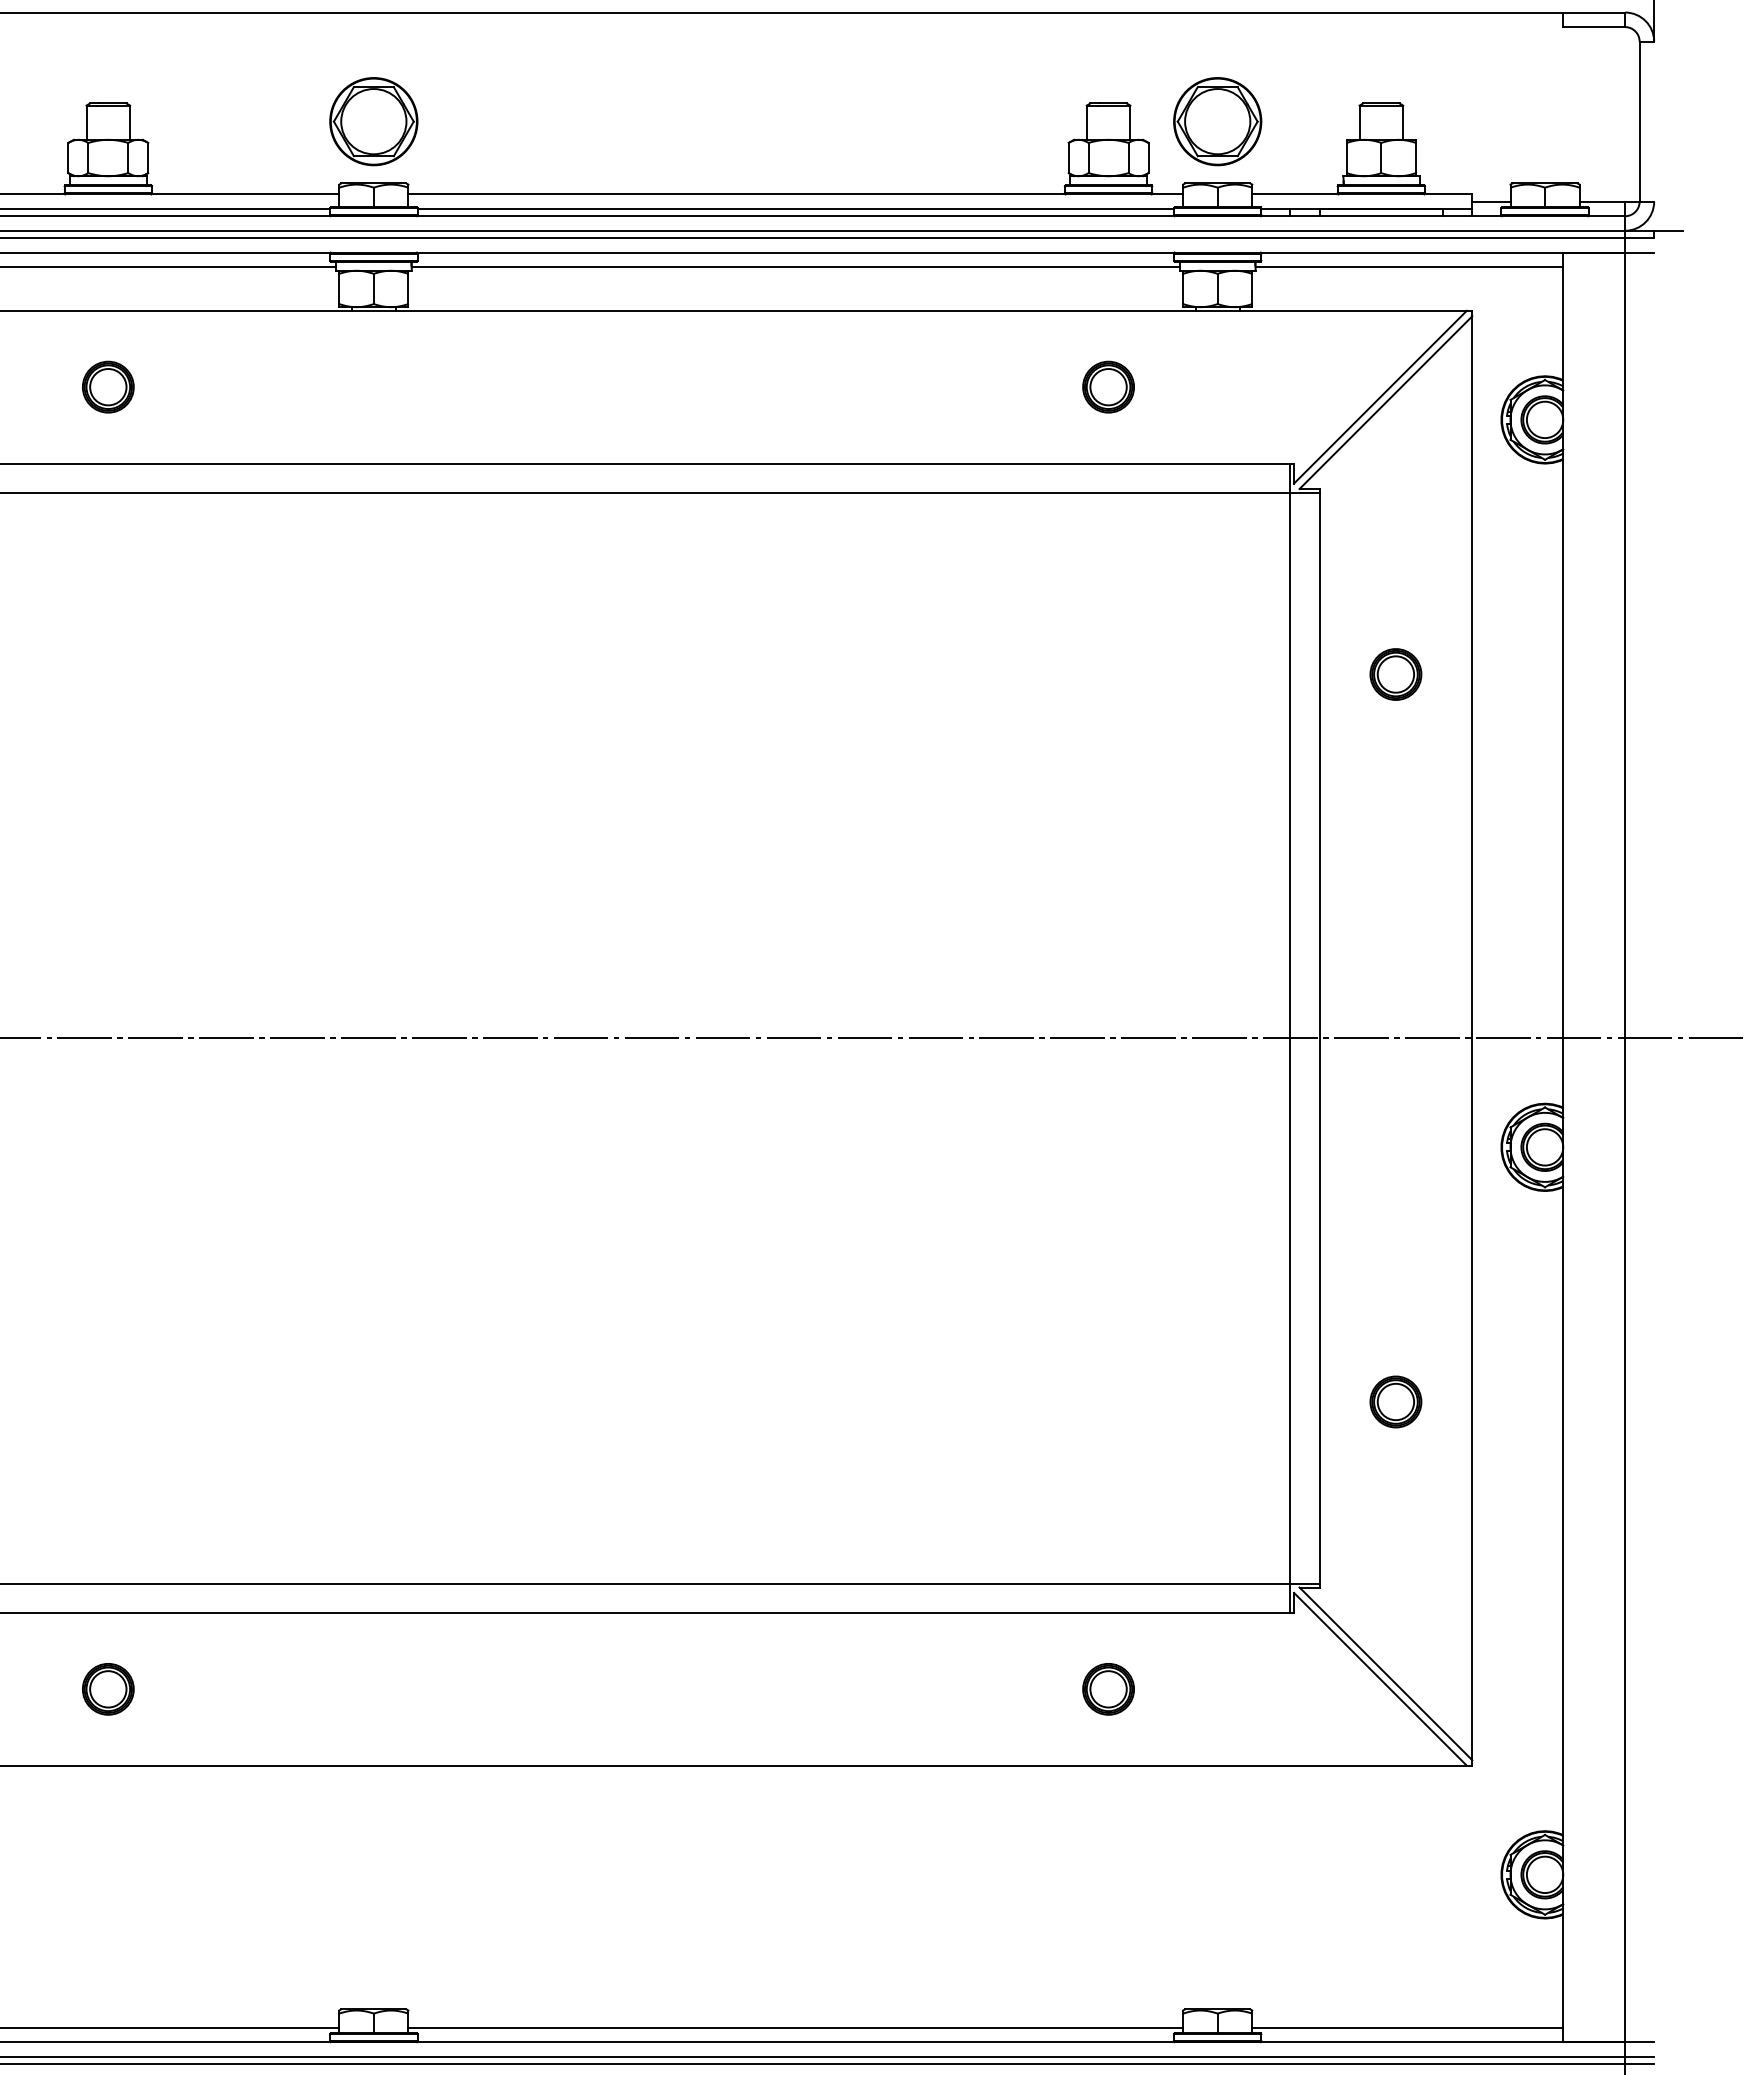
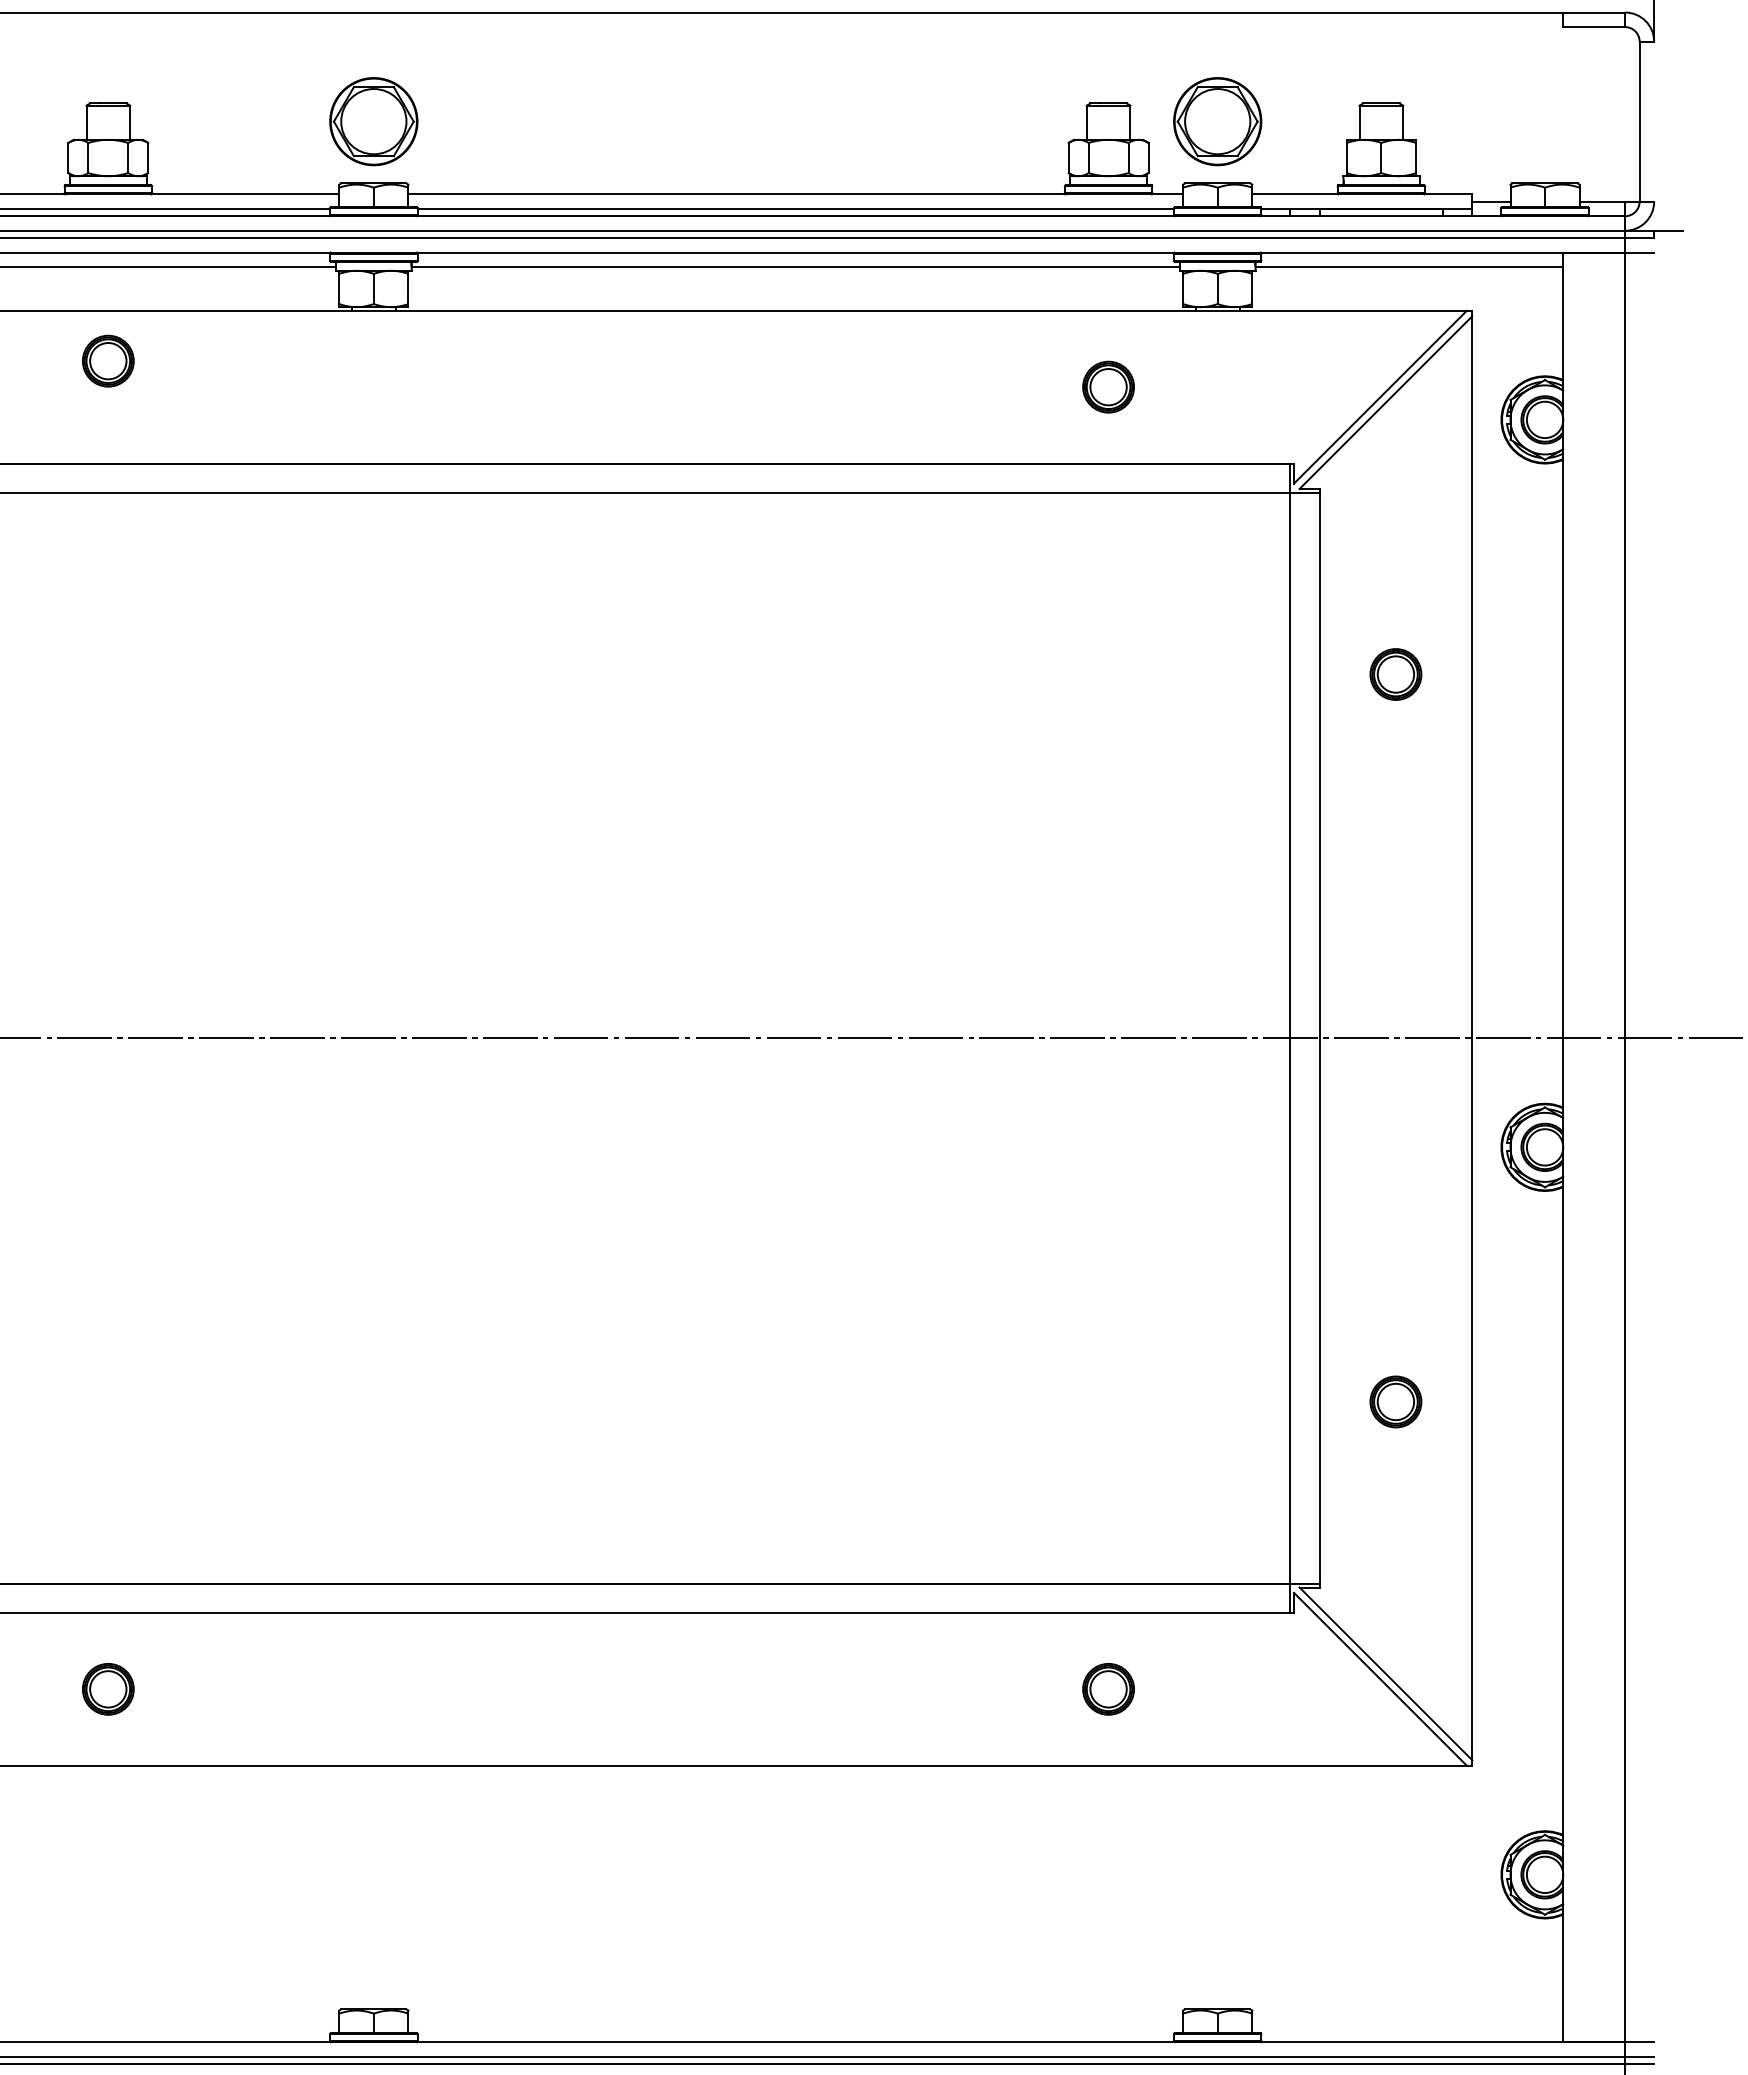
part at (108, 386) position: (108, 386) -> (108, 360)
line at (170, 2027): present -> none
line at (795, 2027): present -> none
line at (1407, 2027): present -> none
